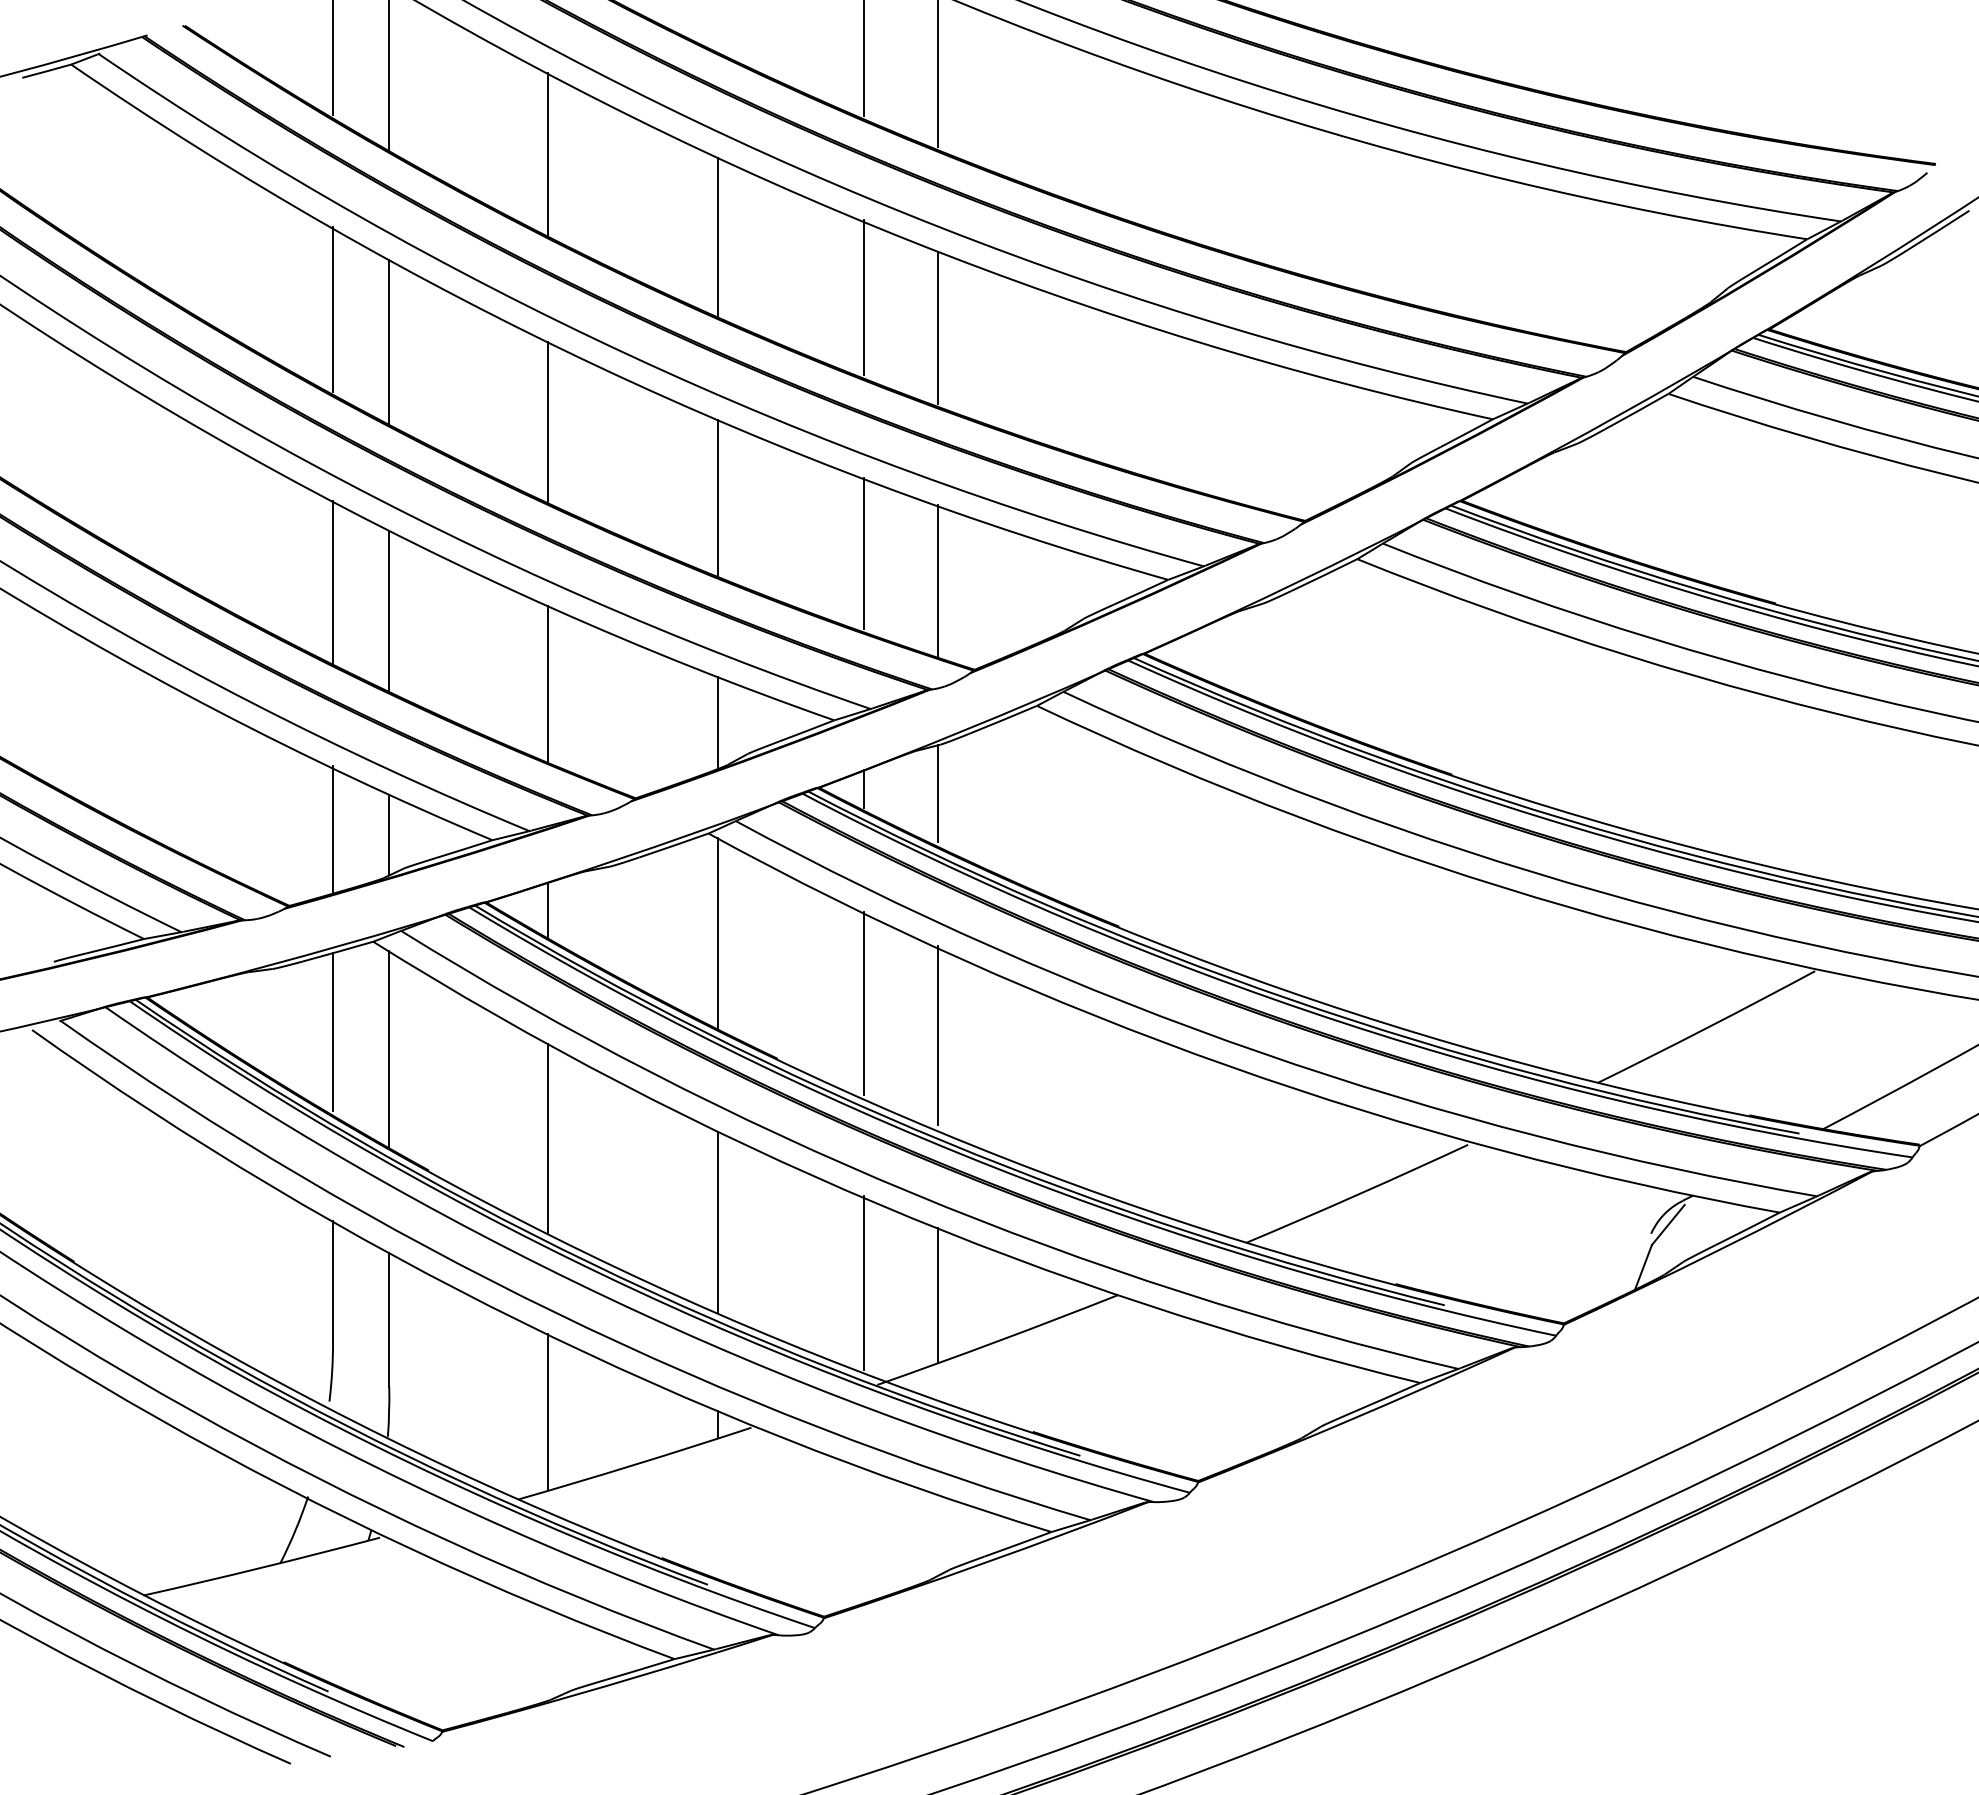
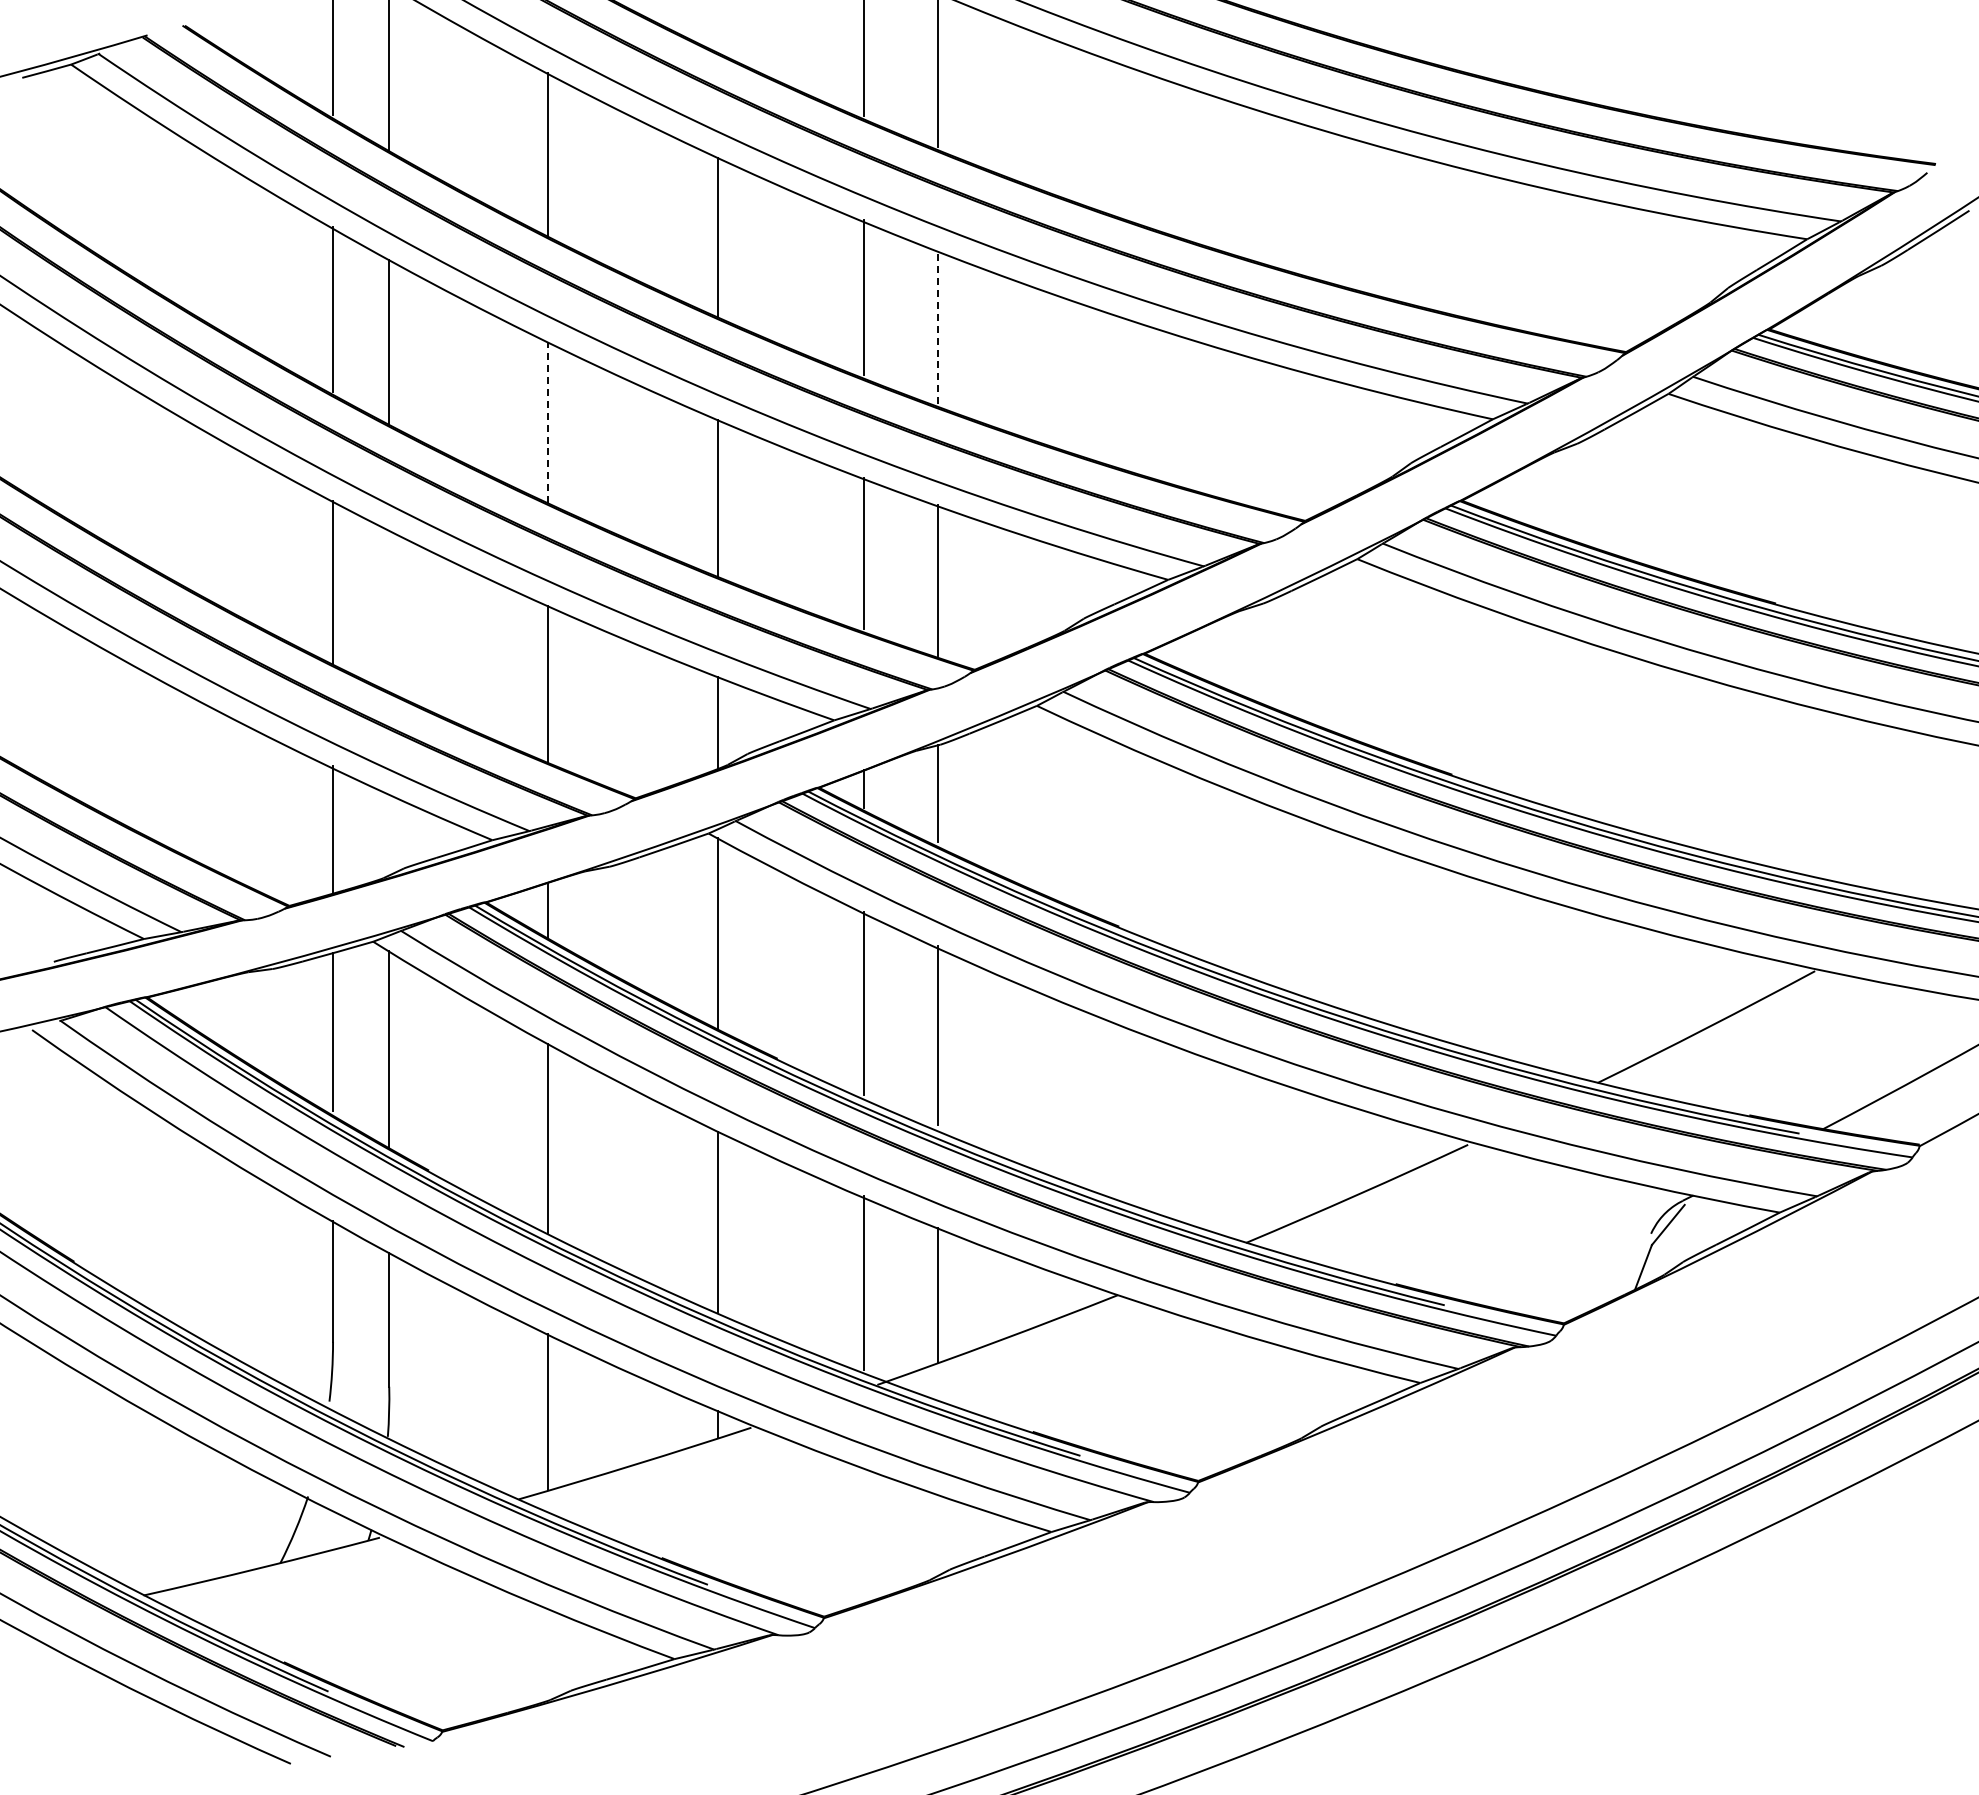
line at (937, 327): solid -> dashed
line at (548, 422): solid -> dashed
line at (389, 611): present -> none
line at (389, 834): present -> none
